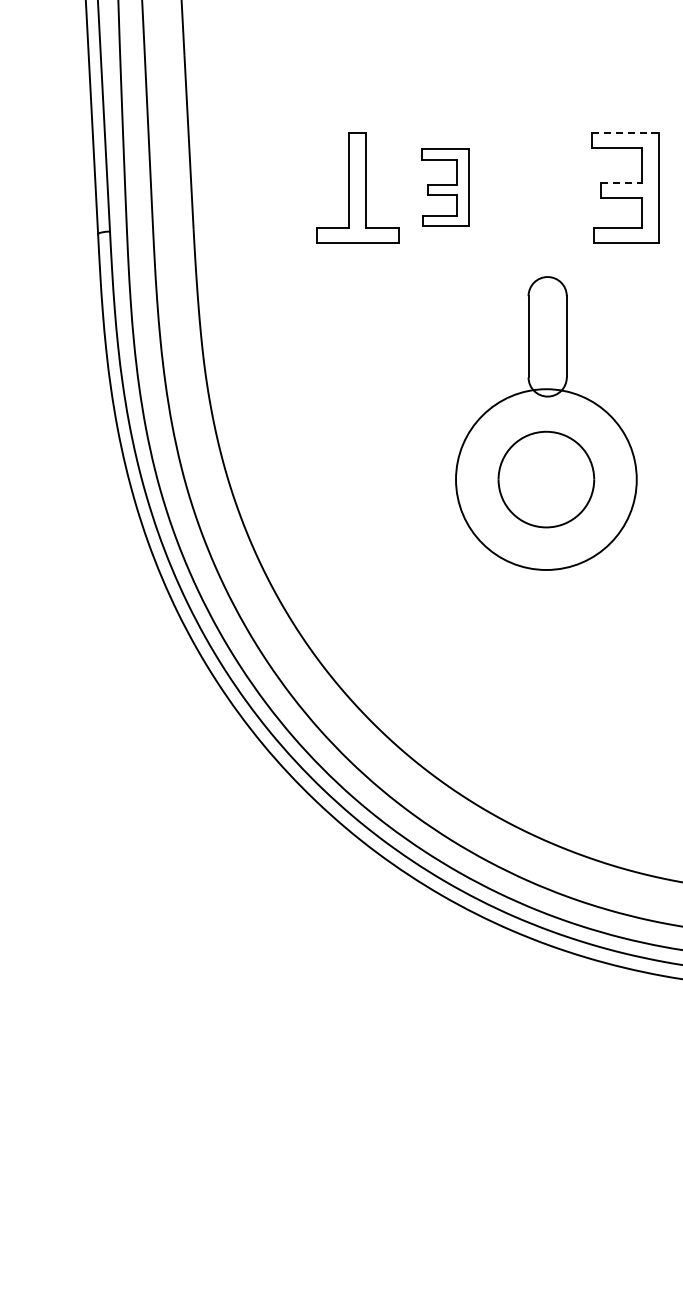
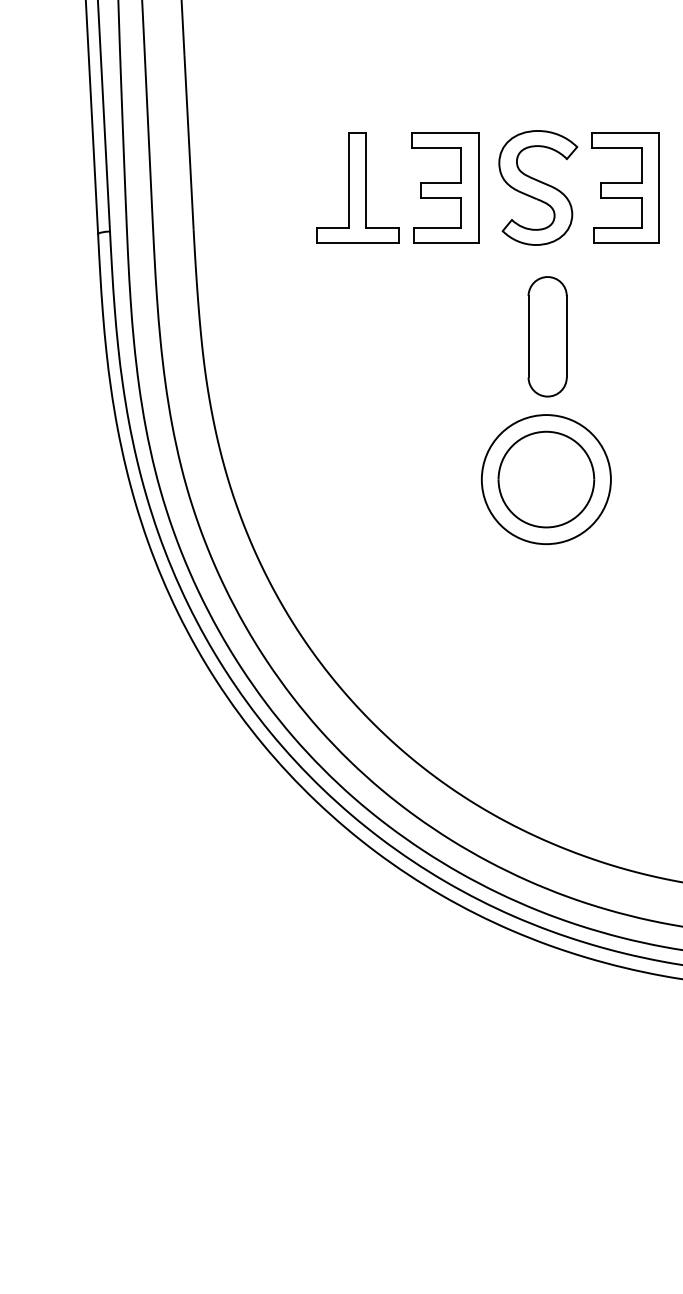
line at (626, 132): dashed -> solid
line at (622, 183): dashed -> solid
part at (445, 187) size: 49x79 px -> 69x112 px
part at (538, 187): none -> present
circle at (546, 479) diameter: 181 px -> 129 px
